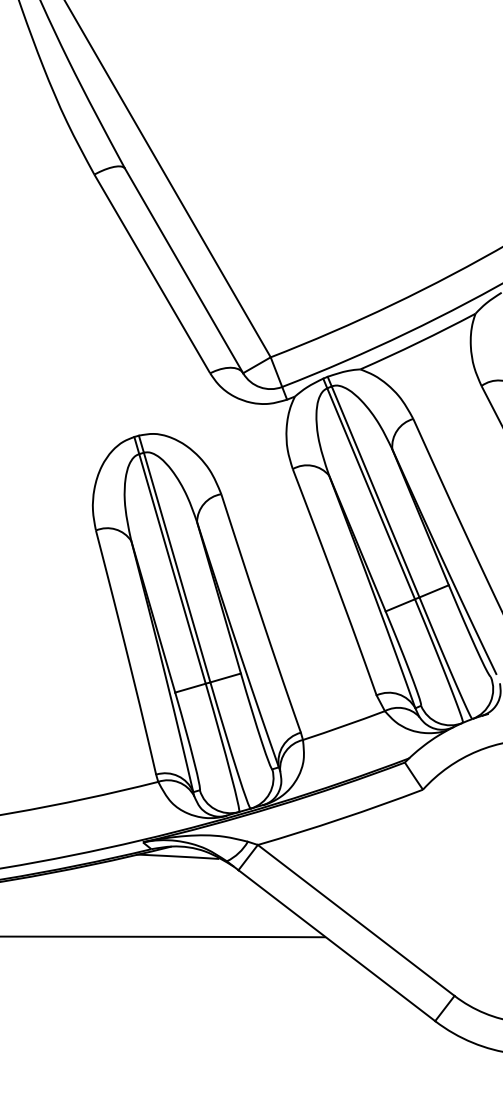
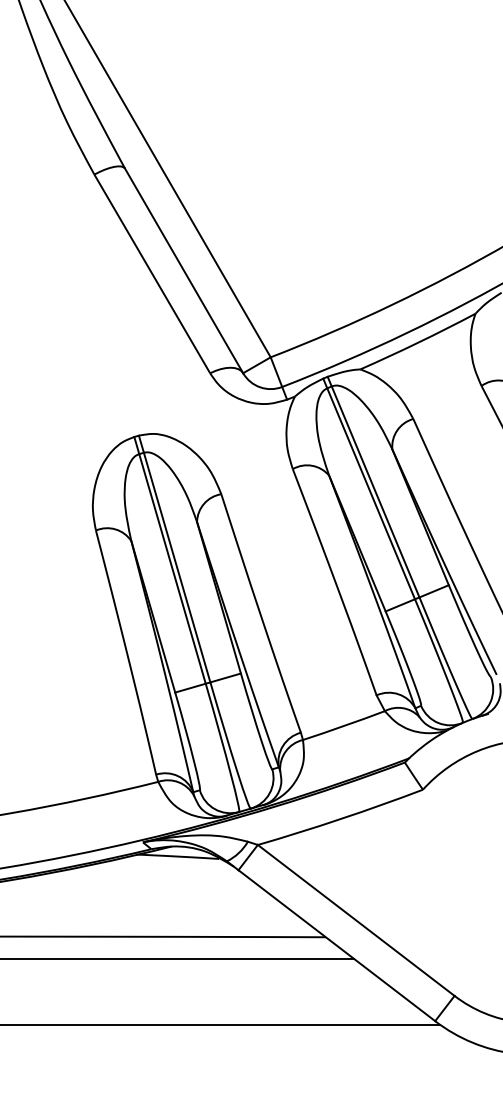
line at (177, 958): none -> present
line at (221, 1024): none -> present
